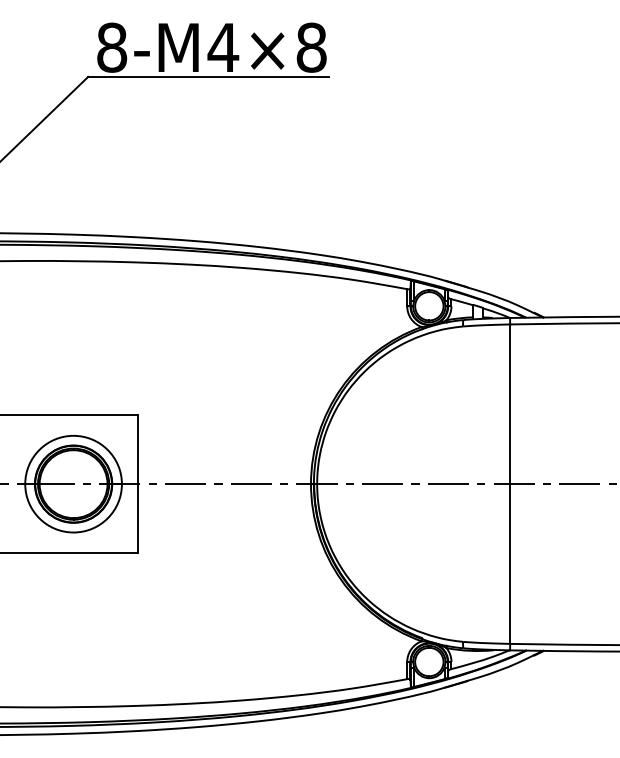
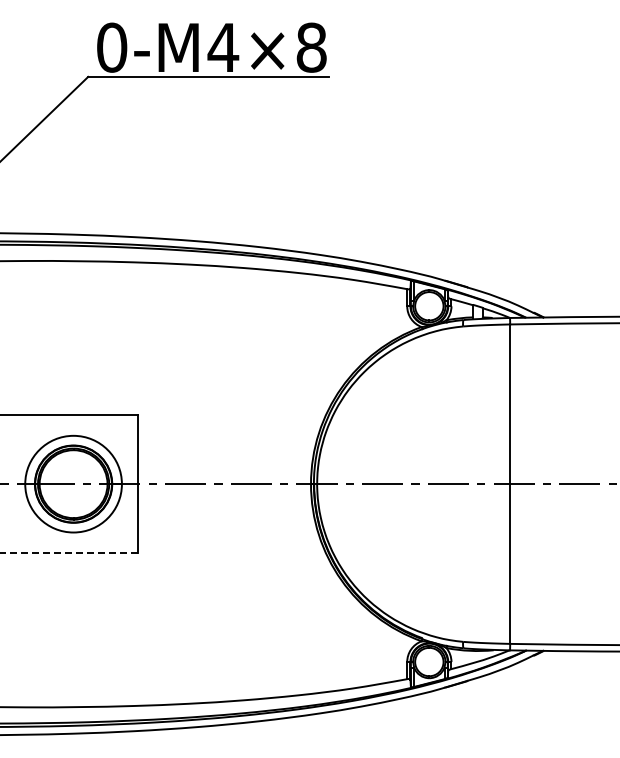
text at (112, 47): 8-M4×8 -> 0-M4×8
line at (69, 552): solid -> dashed
